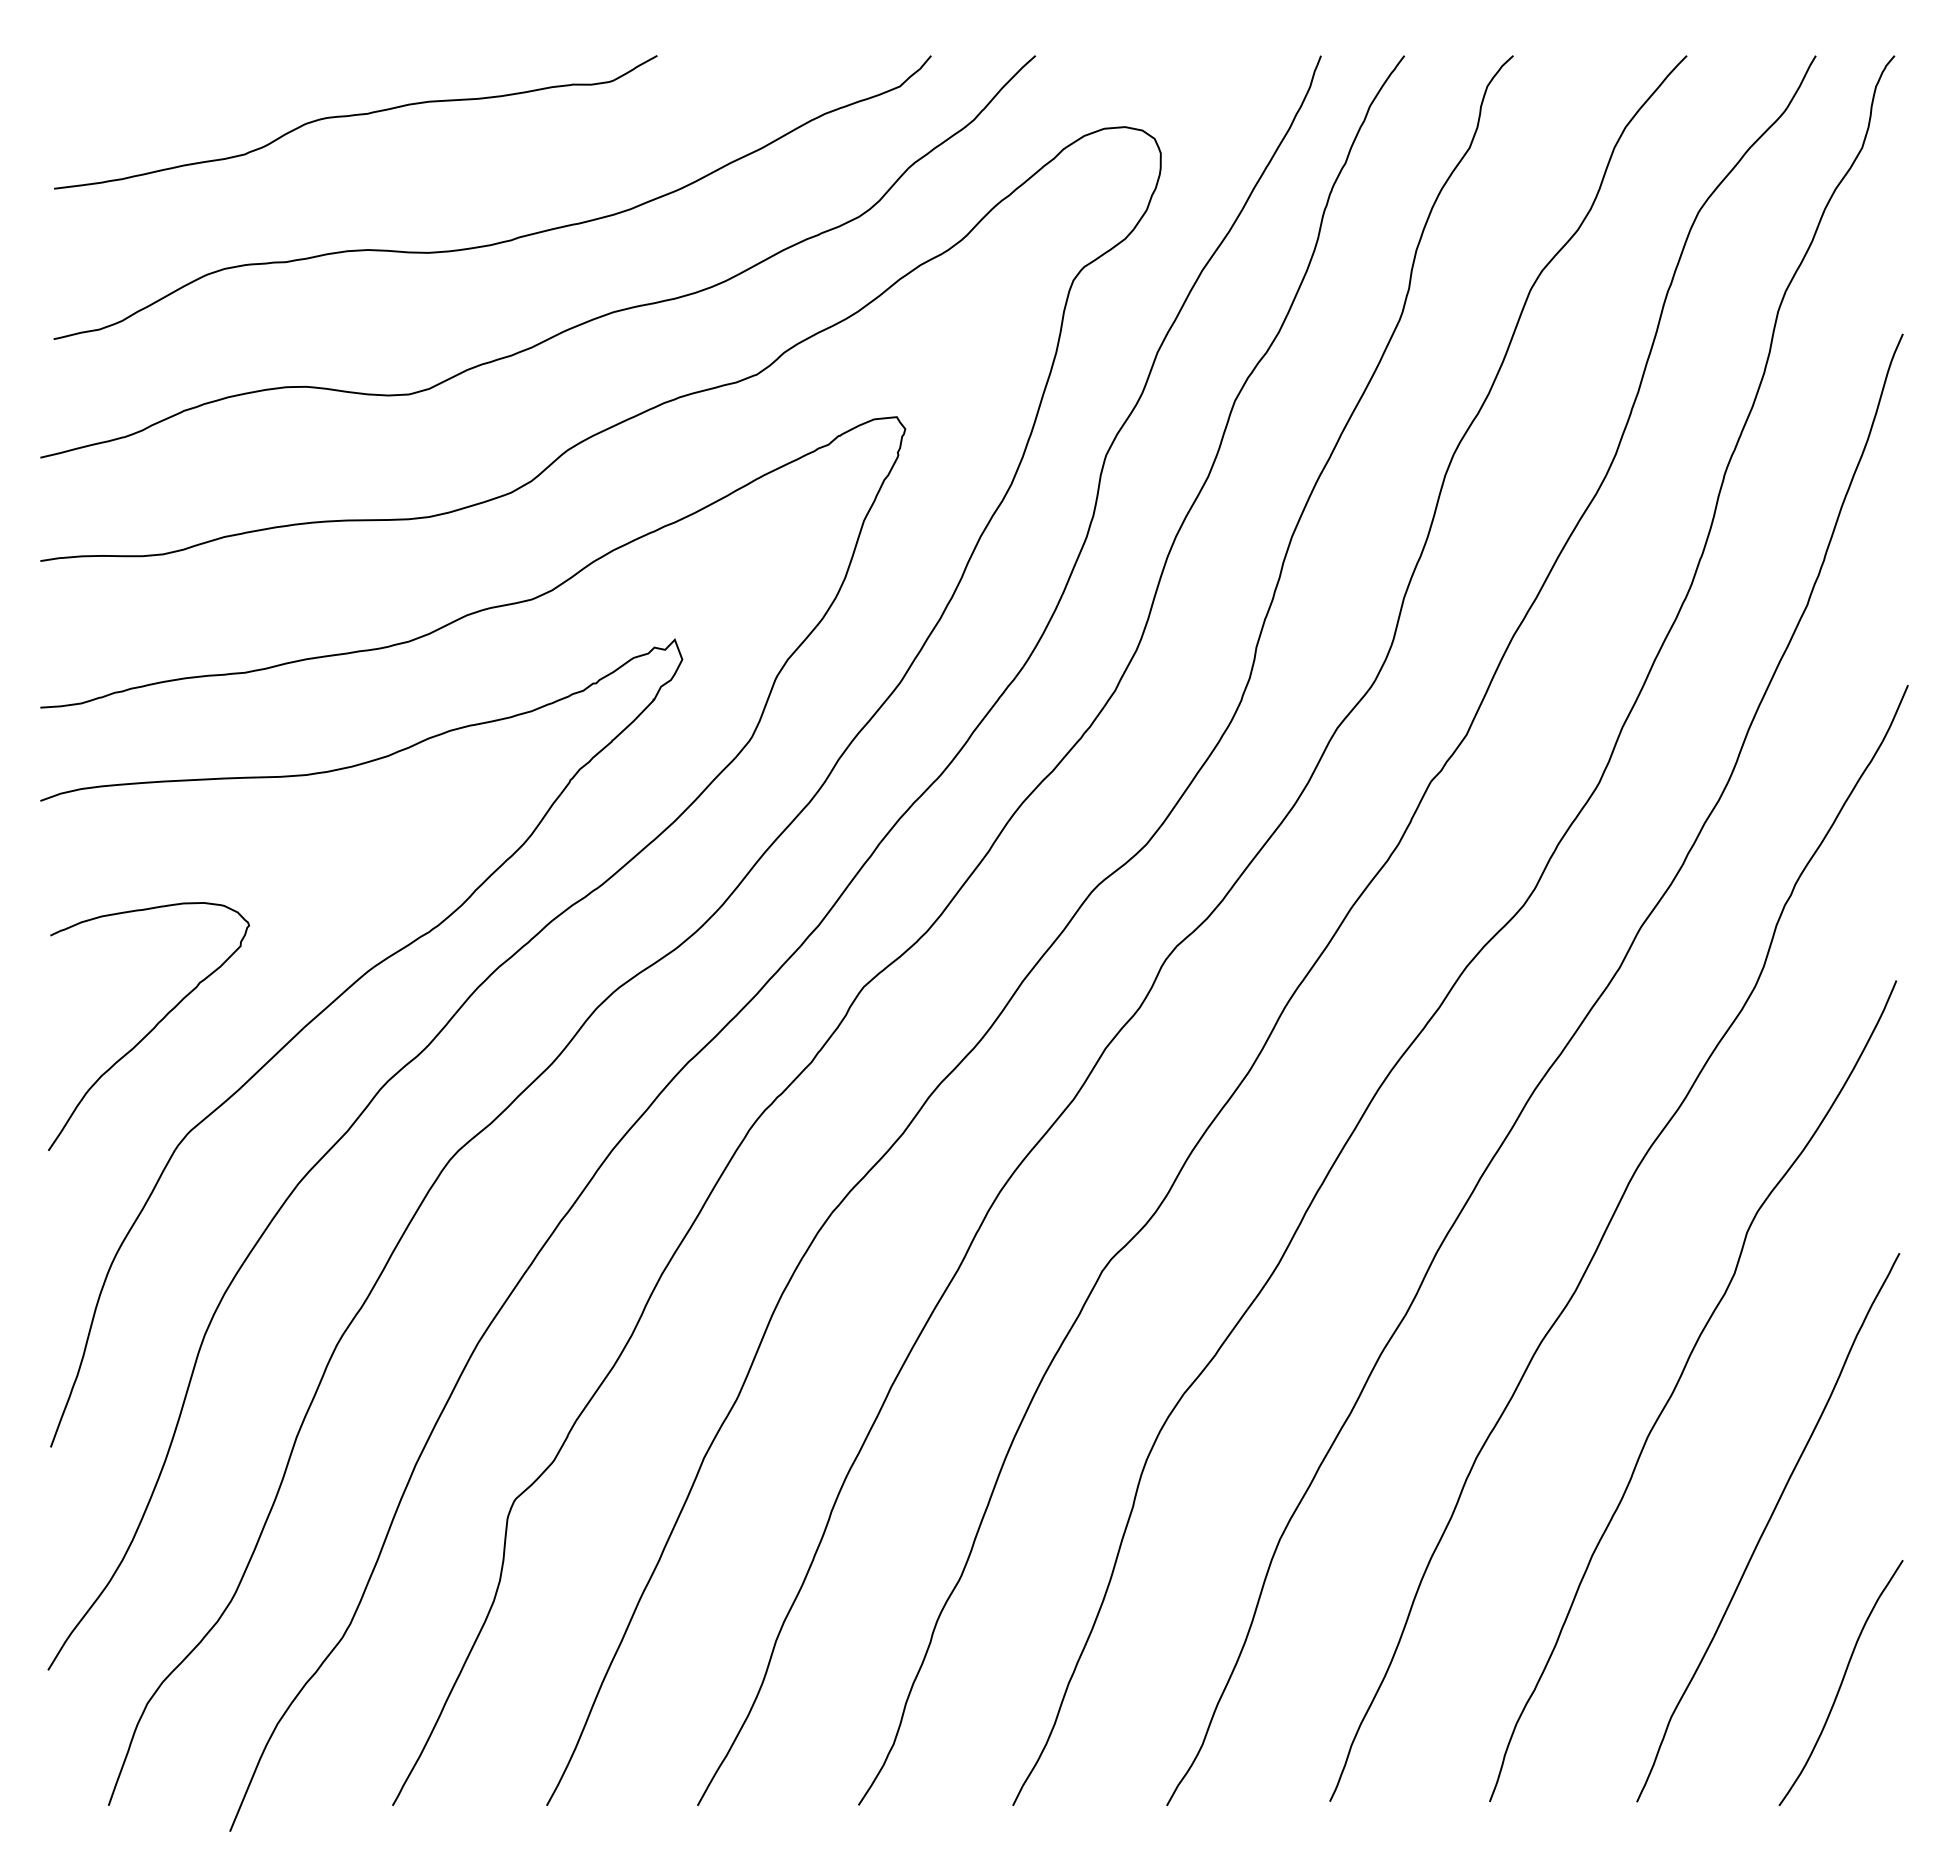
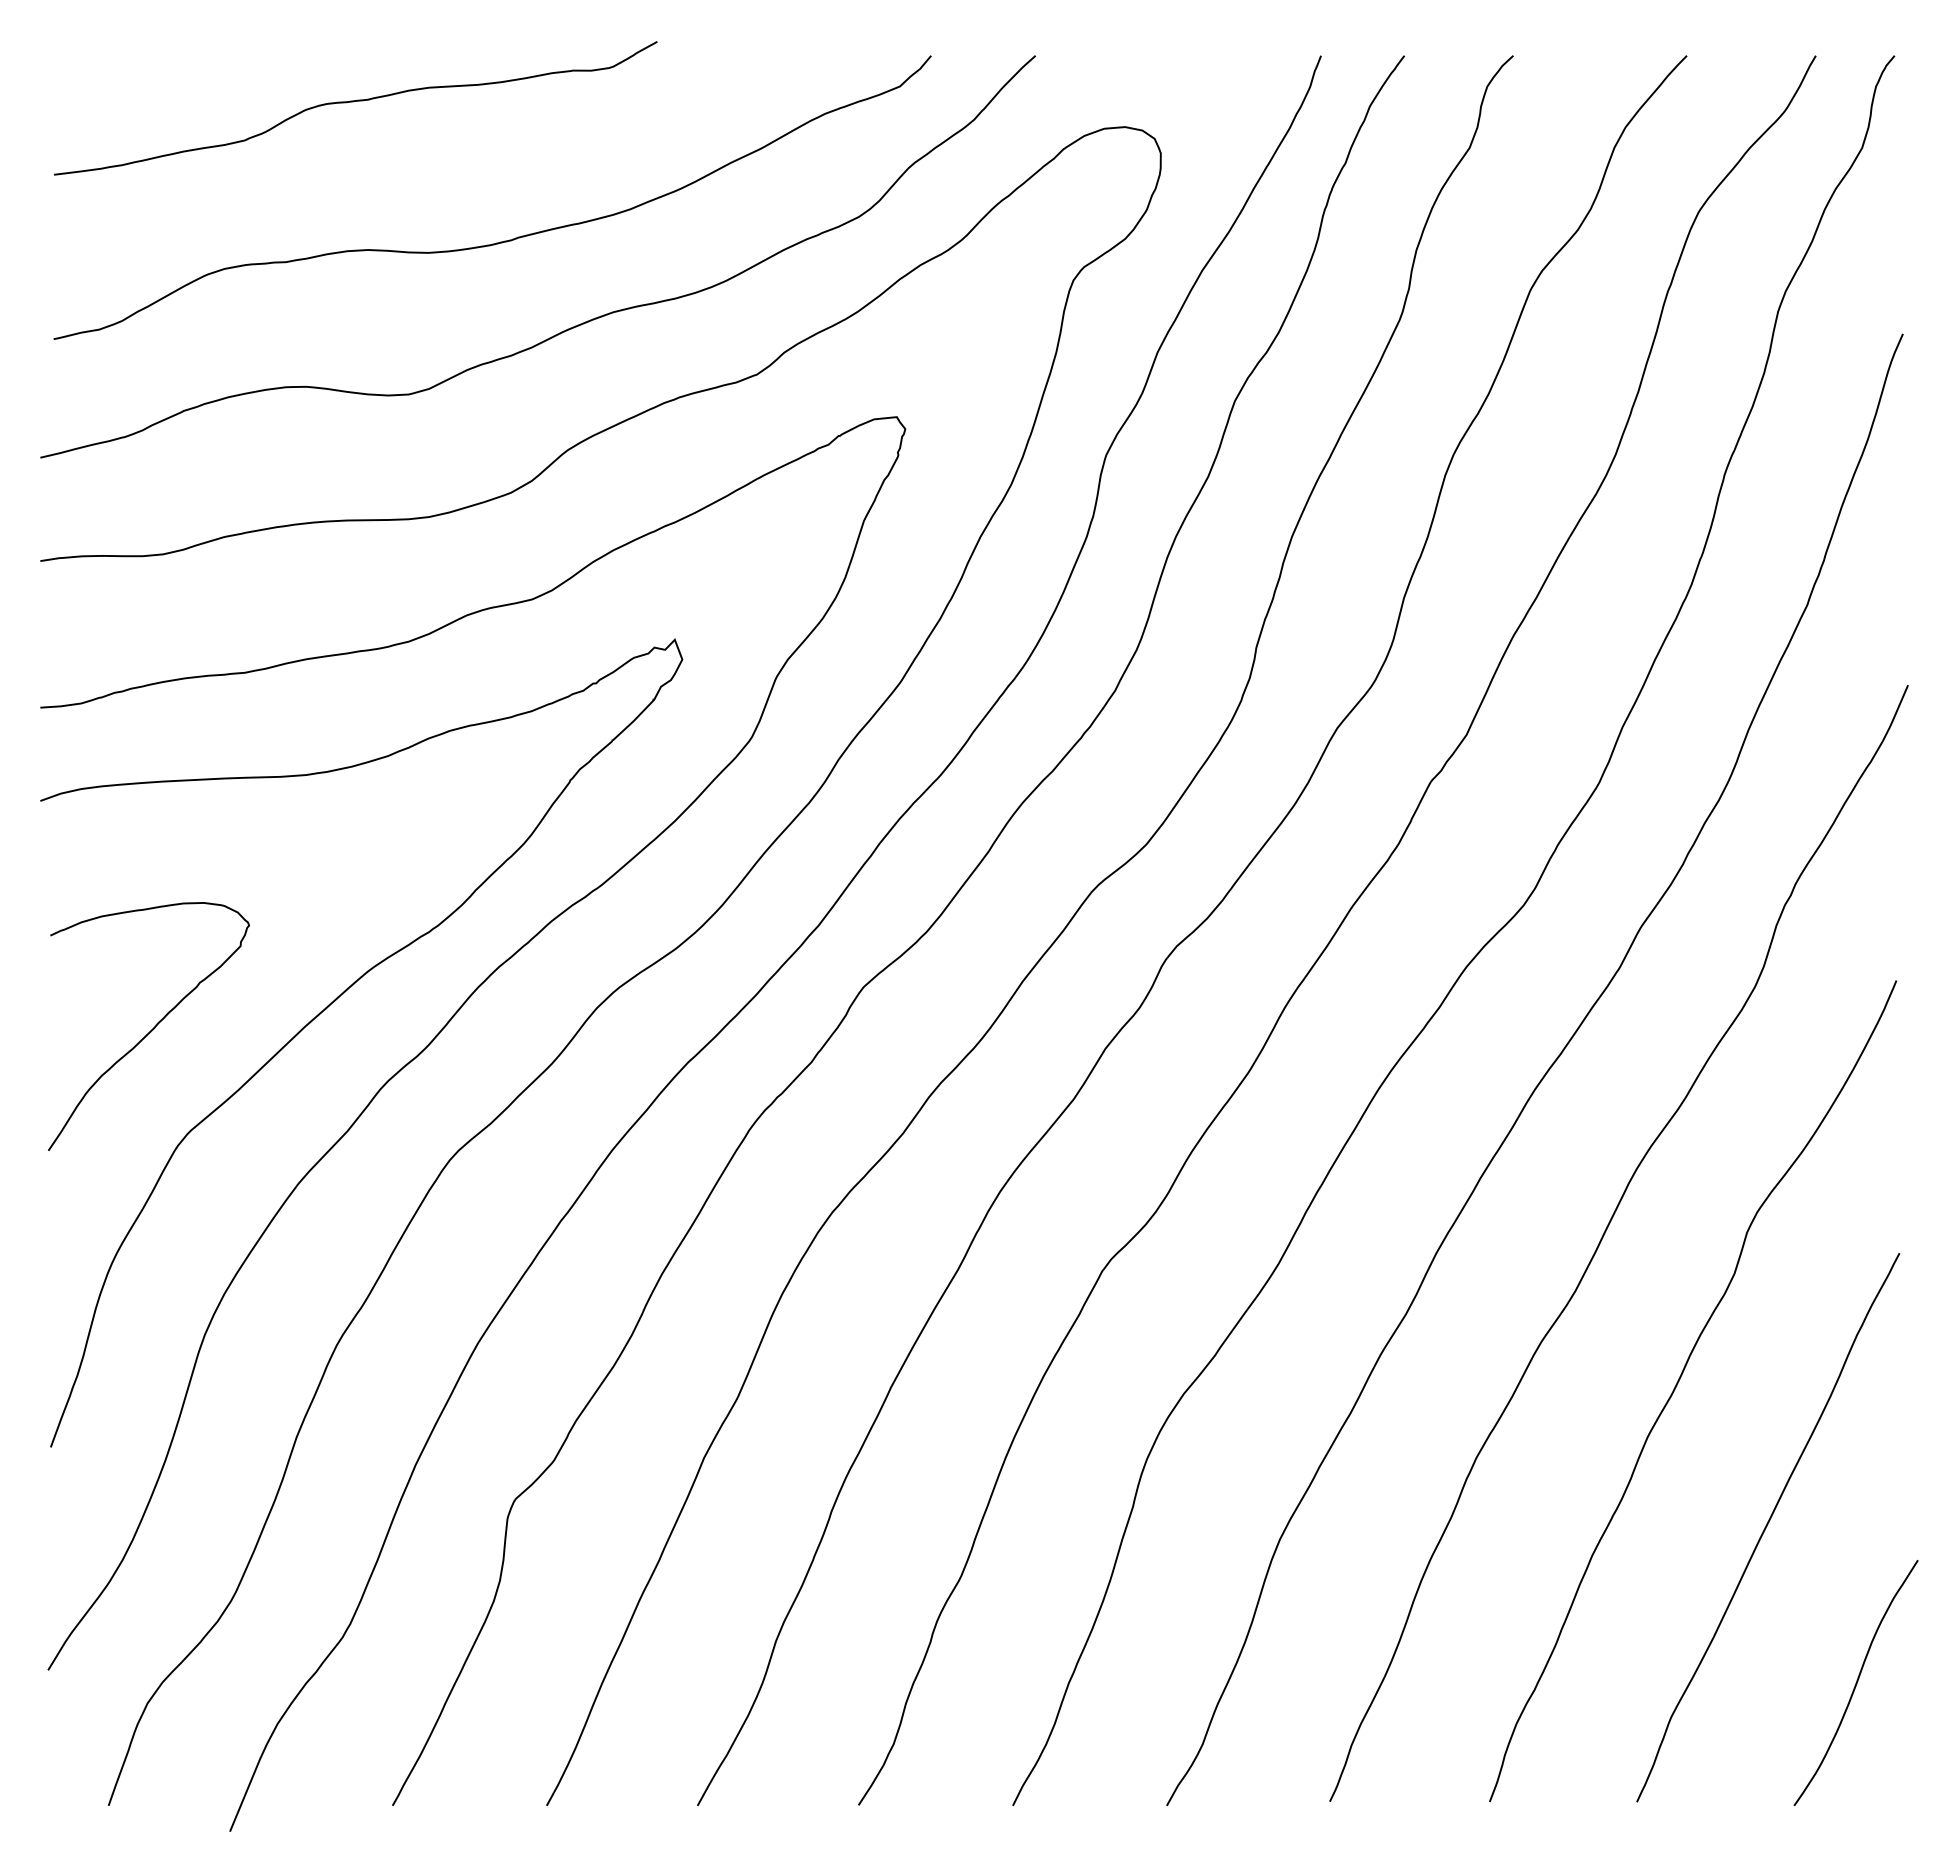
curve at (353, 116) position: (353, 116) -> (353, 102)
curve at (1841, 1682) position: (1841, 1682) -> (1856, 1682)
